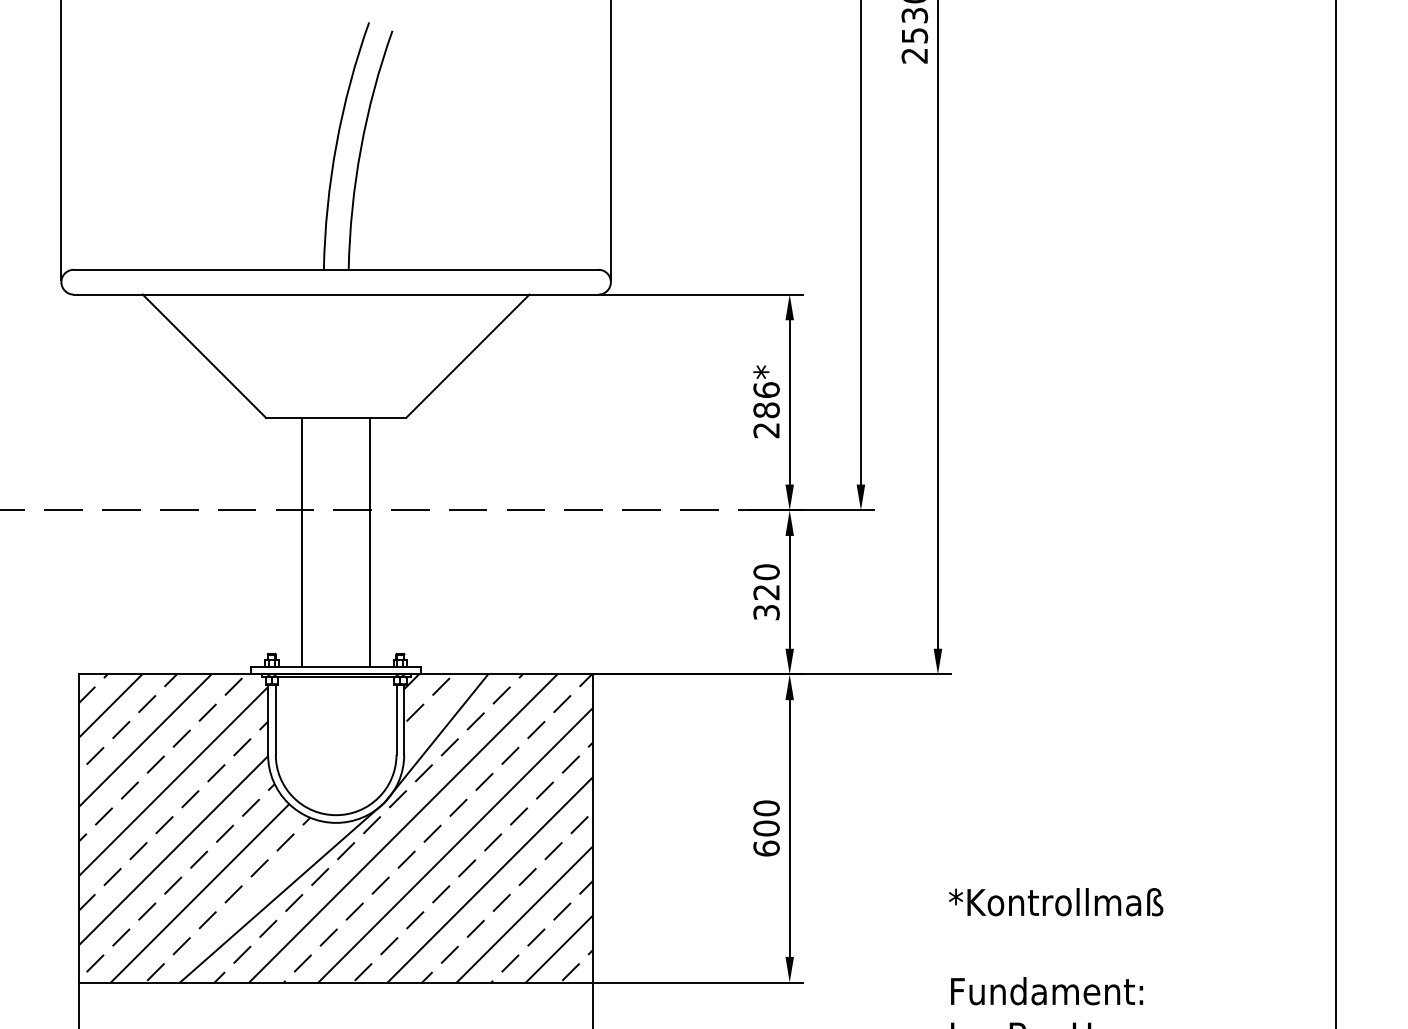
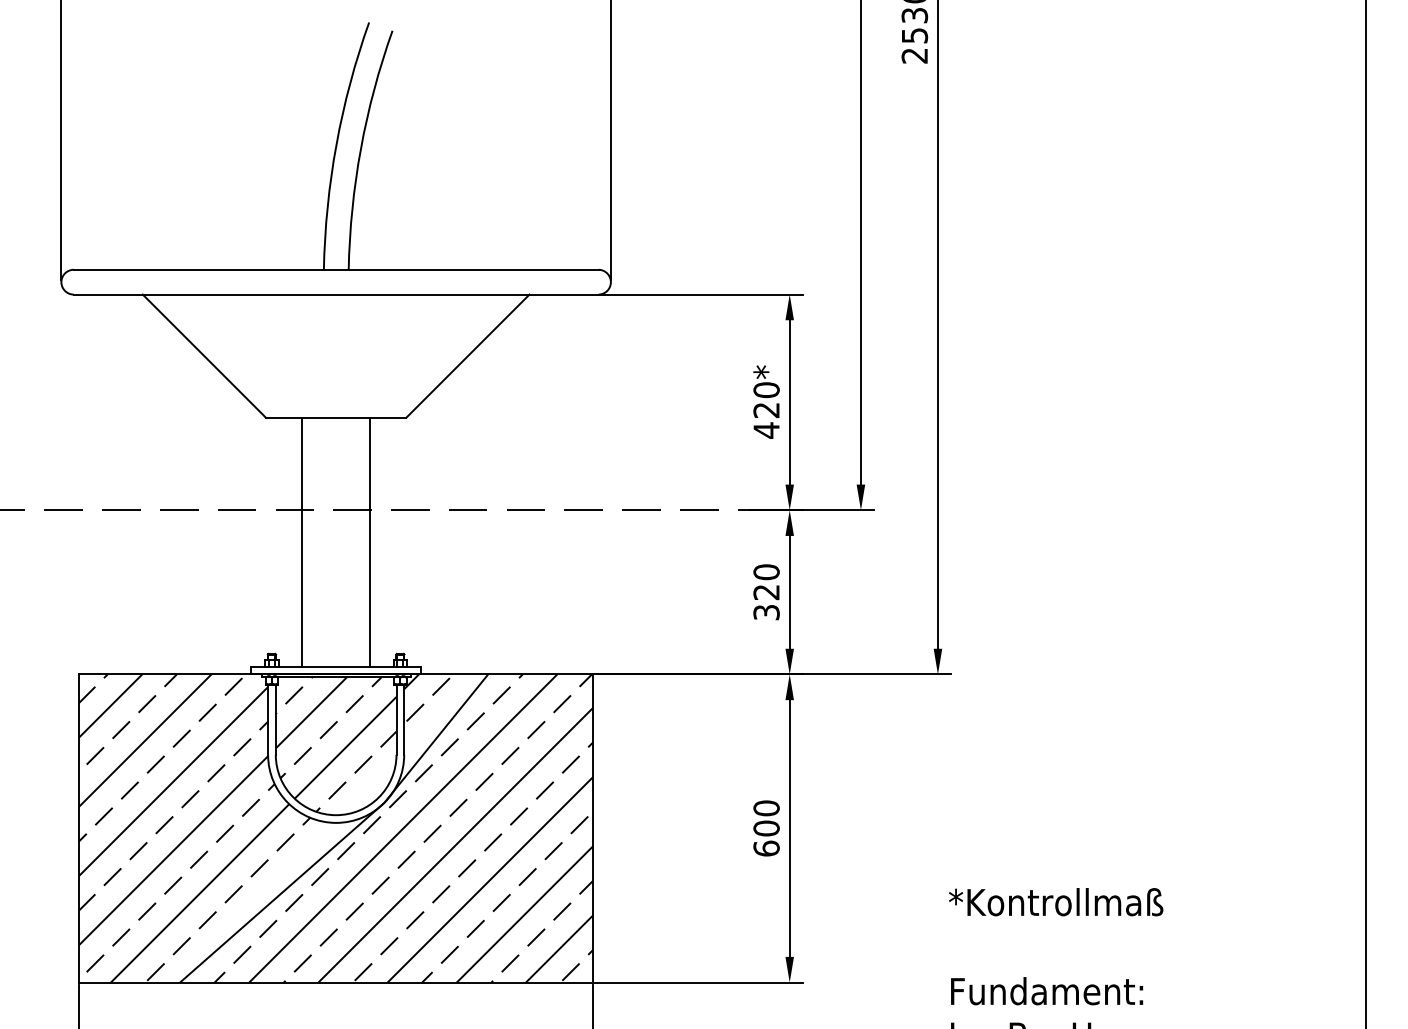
text at (766, 410): 286* -> 420*
line at (1335, 513) position: (1335, 513) -> (1365, 513)
hatch at (335, 743): none -> present
